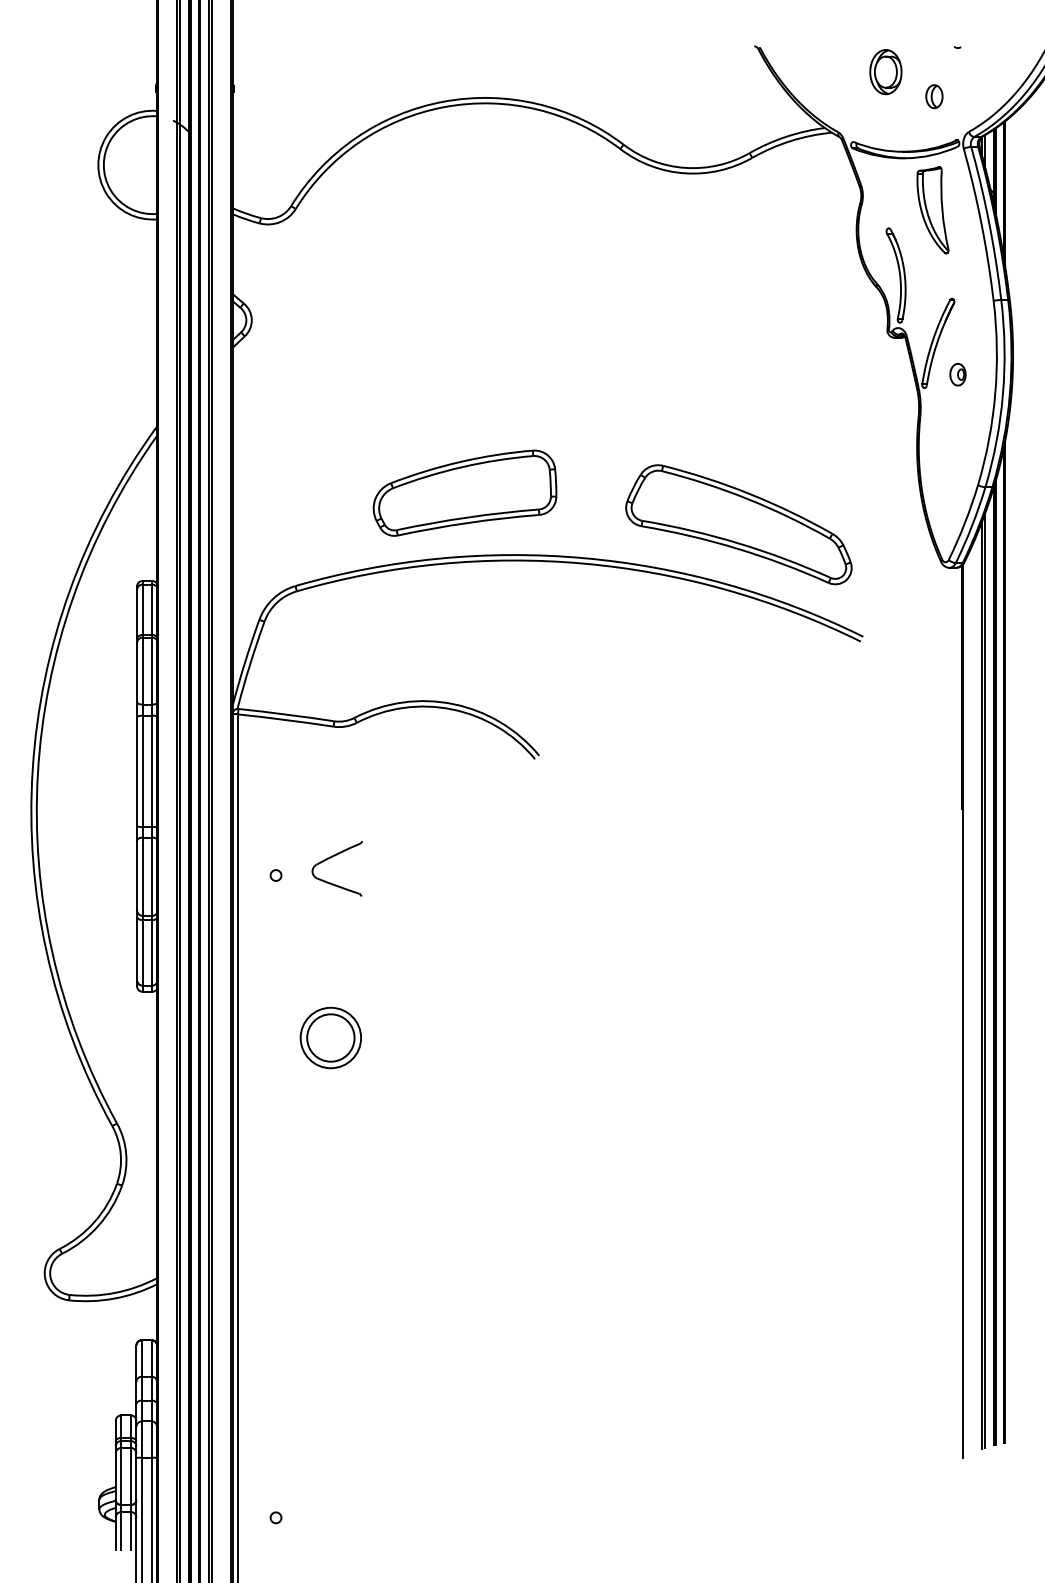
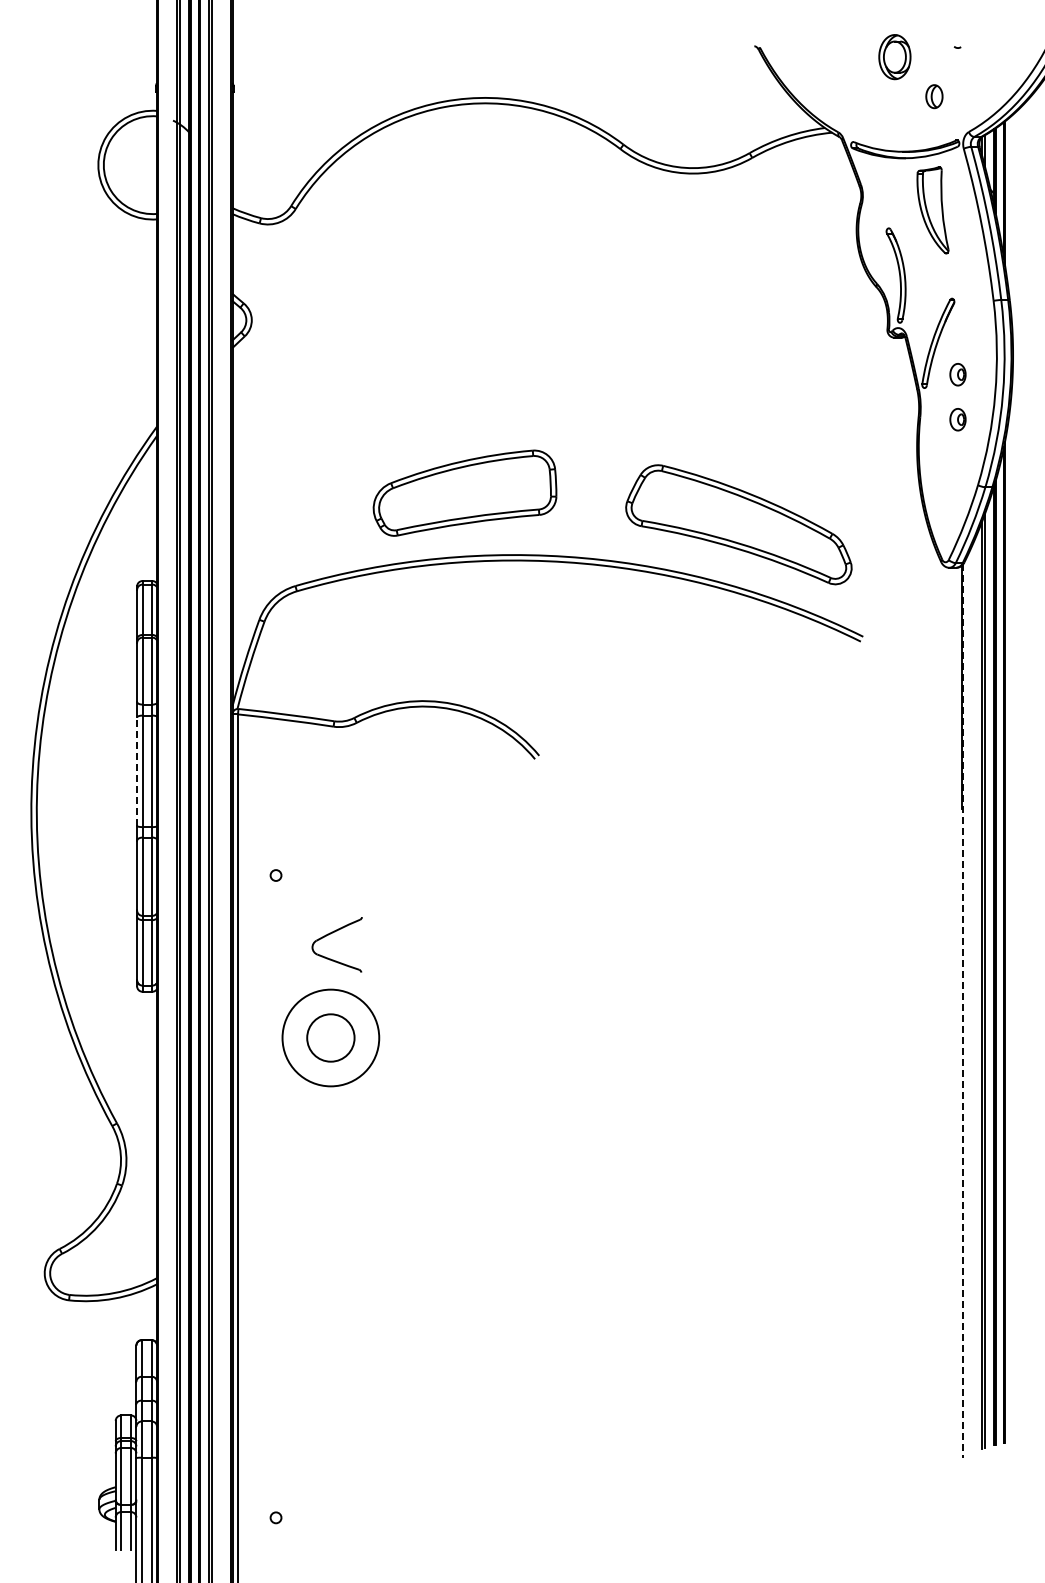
part at (885, 72) position: (885, 72) -> (894, 57)
part at (957, 419): none -> present
line at (137, 771): solid -> dashed
part at (330, 858) position: (330, 858) -> (330, 934)
line at (963, 1011): solid -> dashed
circle at (330, 1037) diameter: 60 px -> 97 px
